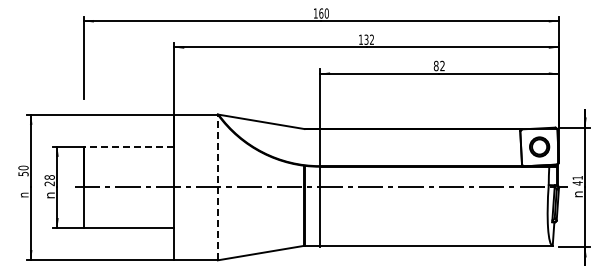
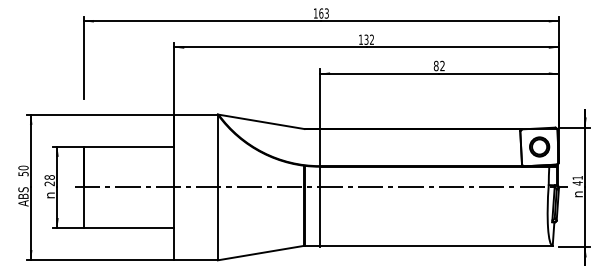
text at (326, 13): 160 -> 163
line at (128, 146): dashed -> solid
line at (217, 187): dashed -> solid
text at (23, 196): n -> ABS
